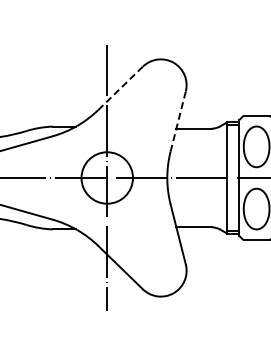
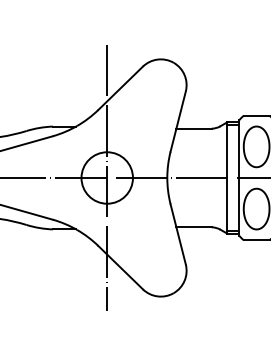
line at (121, 87): dashed -> solid
line at (178, 121): dashed -> solid
